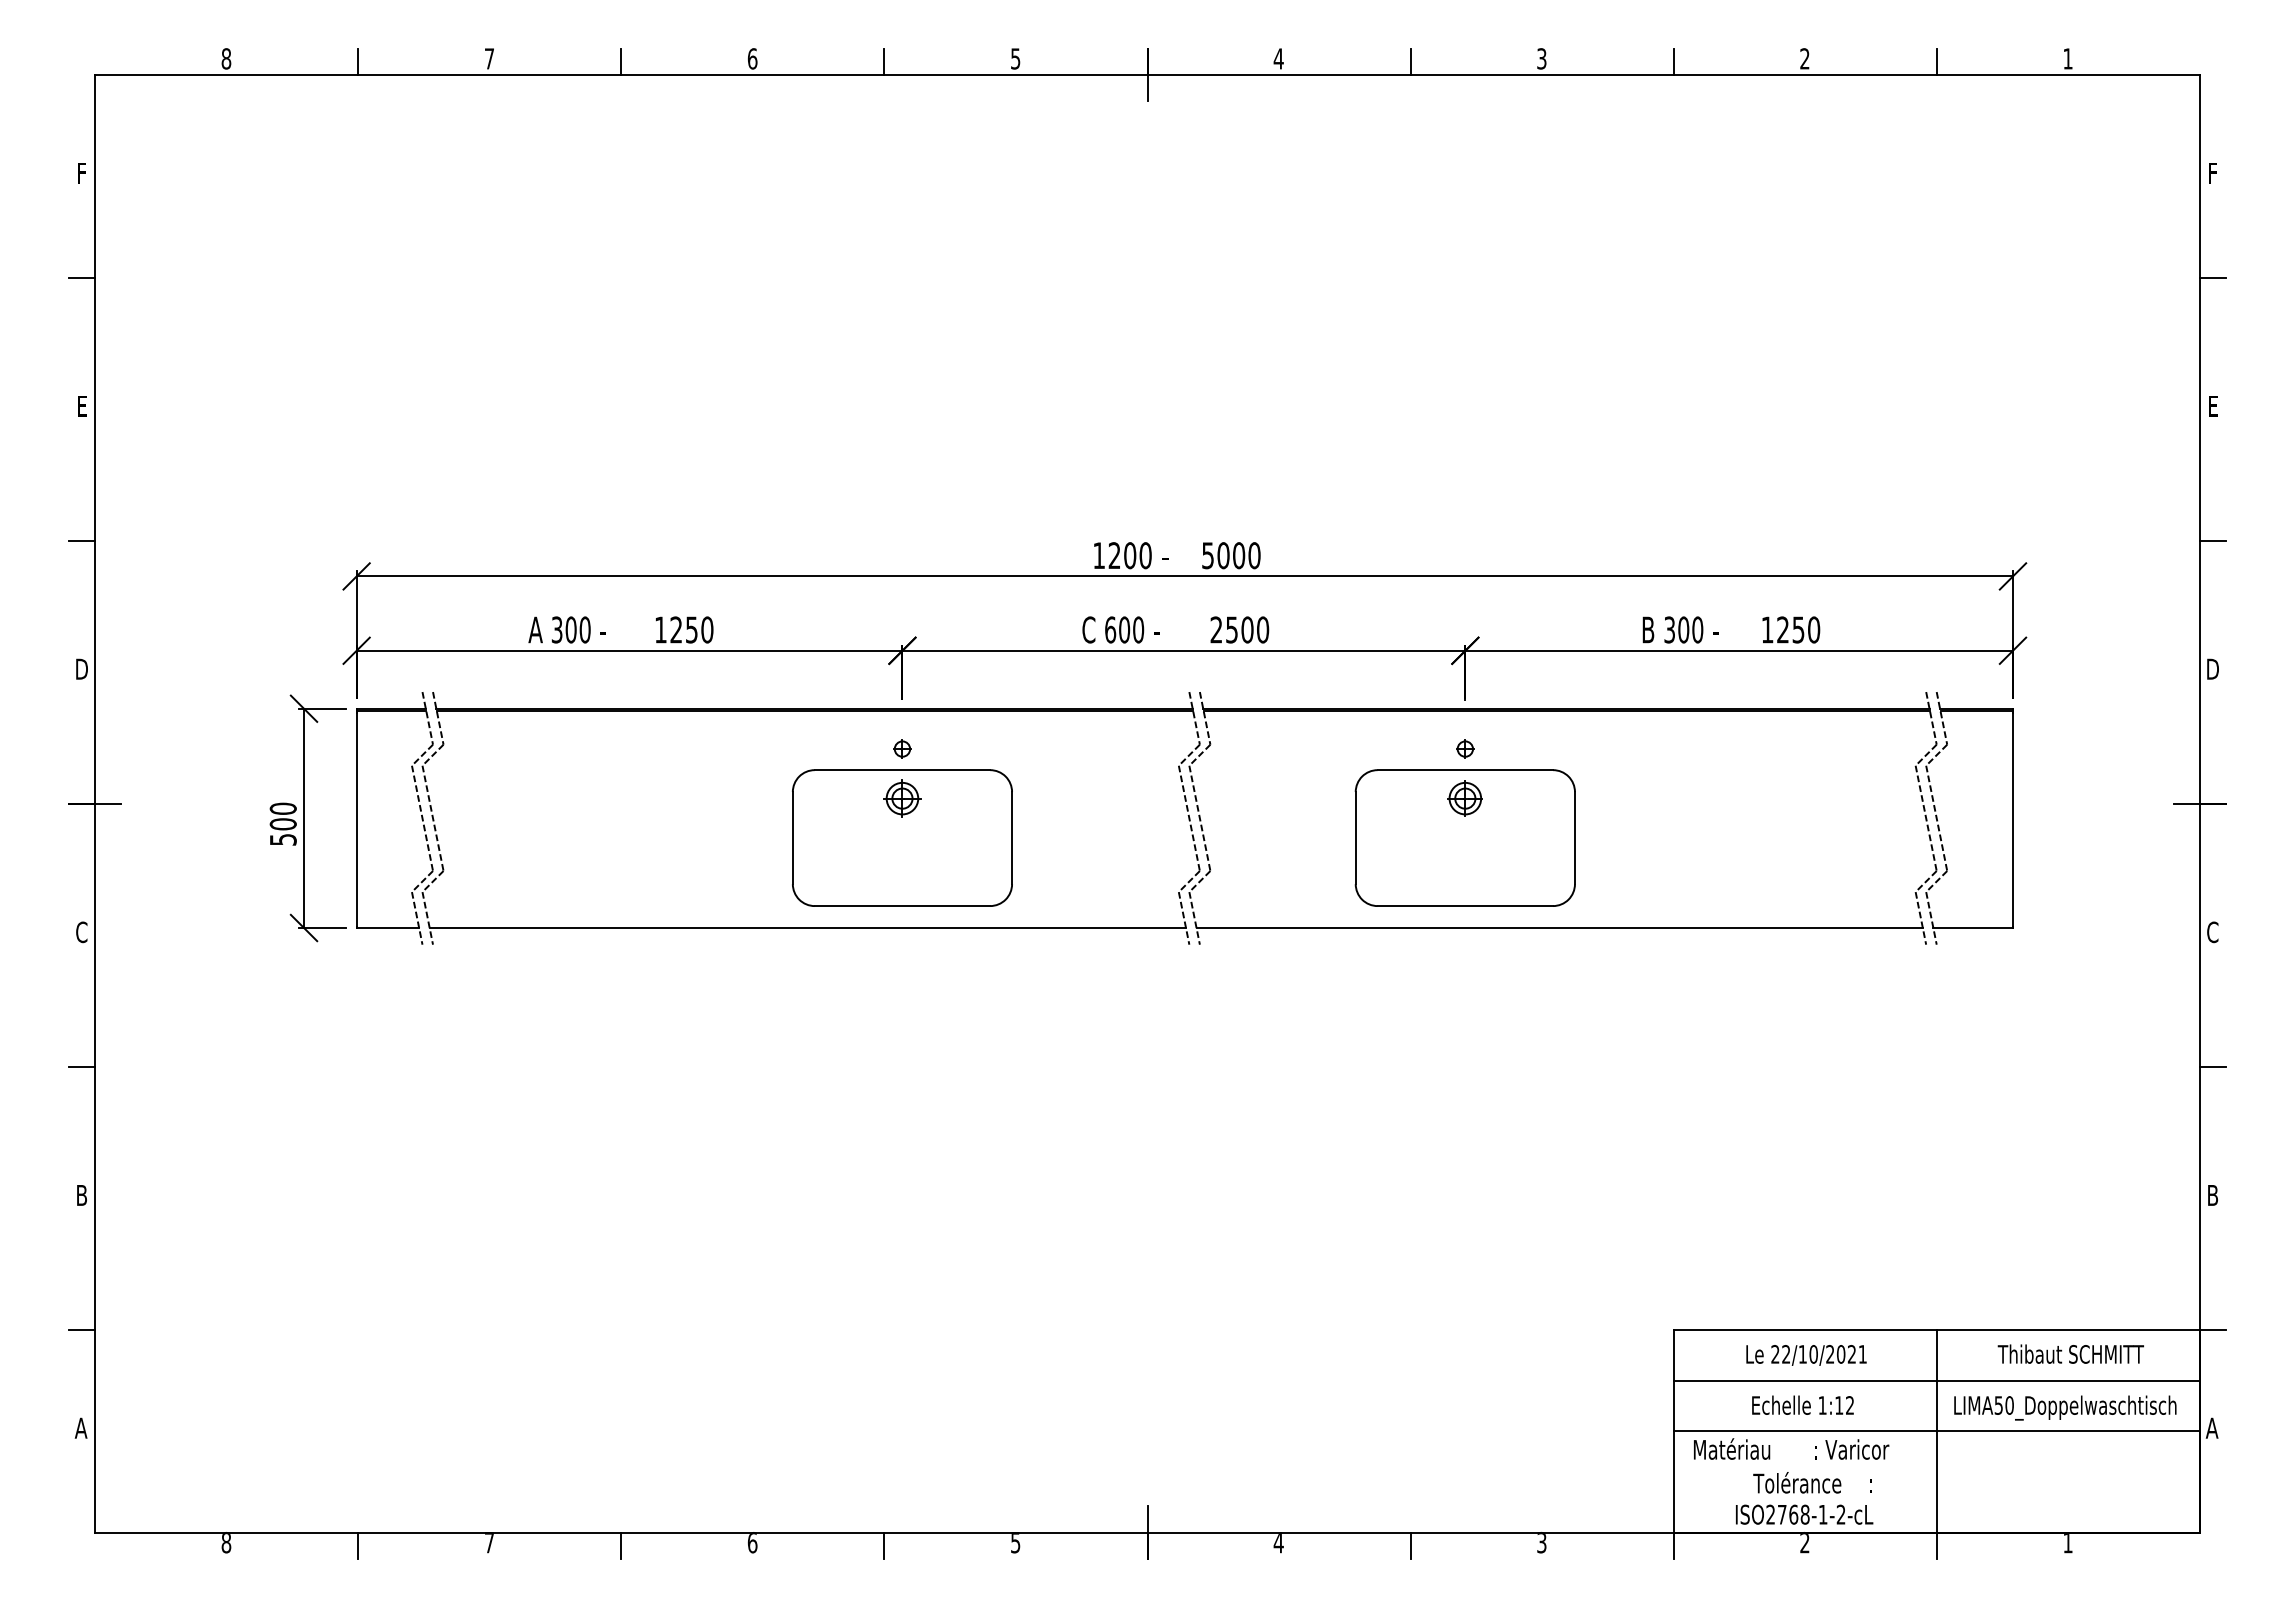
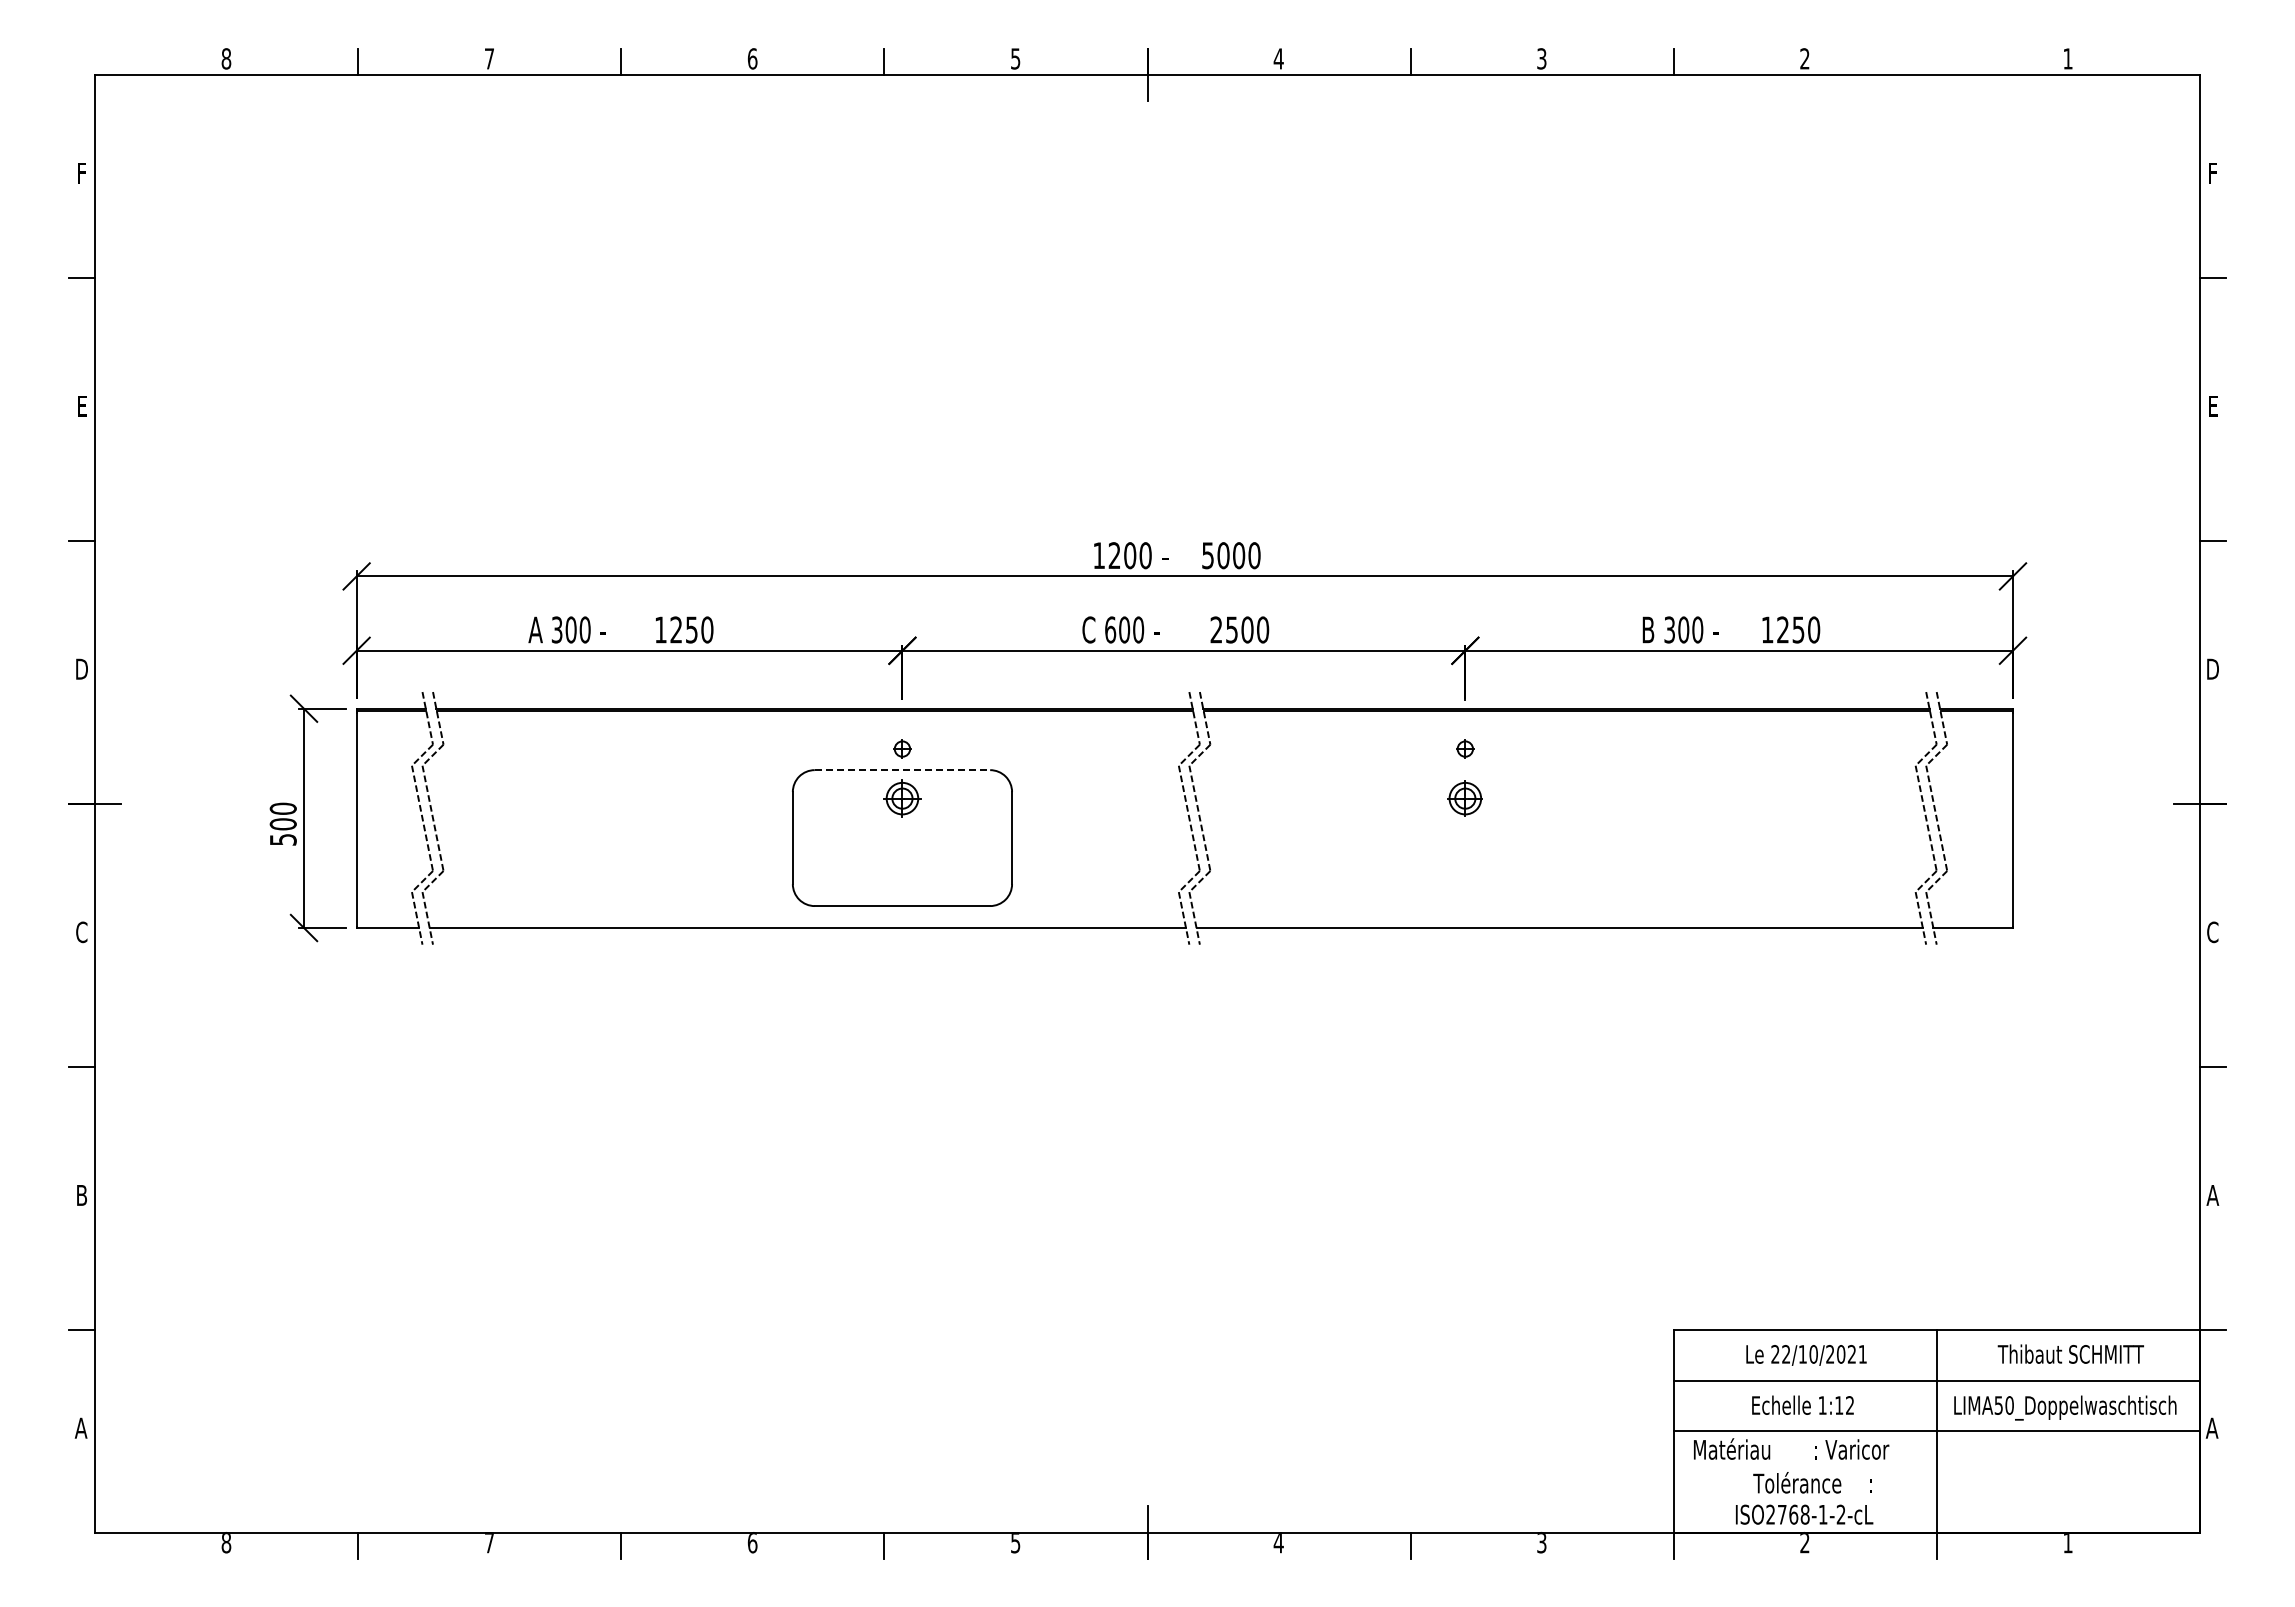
line at (1936, 61): present -> none
line at (902, 770): solid -> dashed
part at (1464, 837): present -> none
text at (2212, 1195): B -> A
